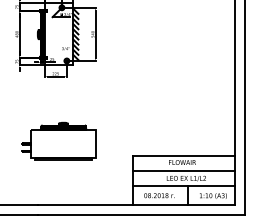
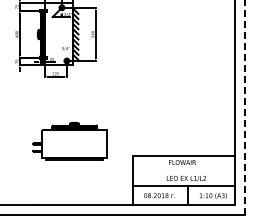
line at (244, 107): solid -> dashed
part at (58, 140) position: (58, 140) -> (69, 140)
line at (183, 170): present -> none
